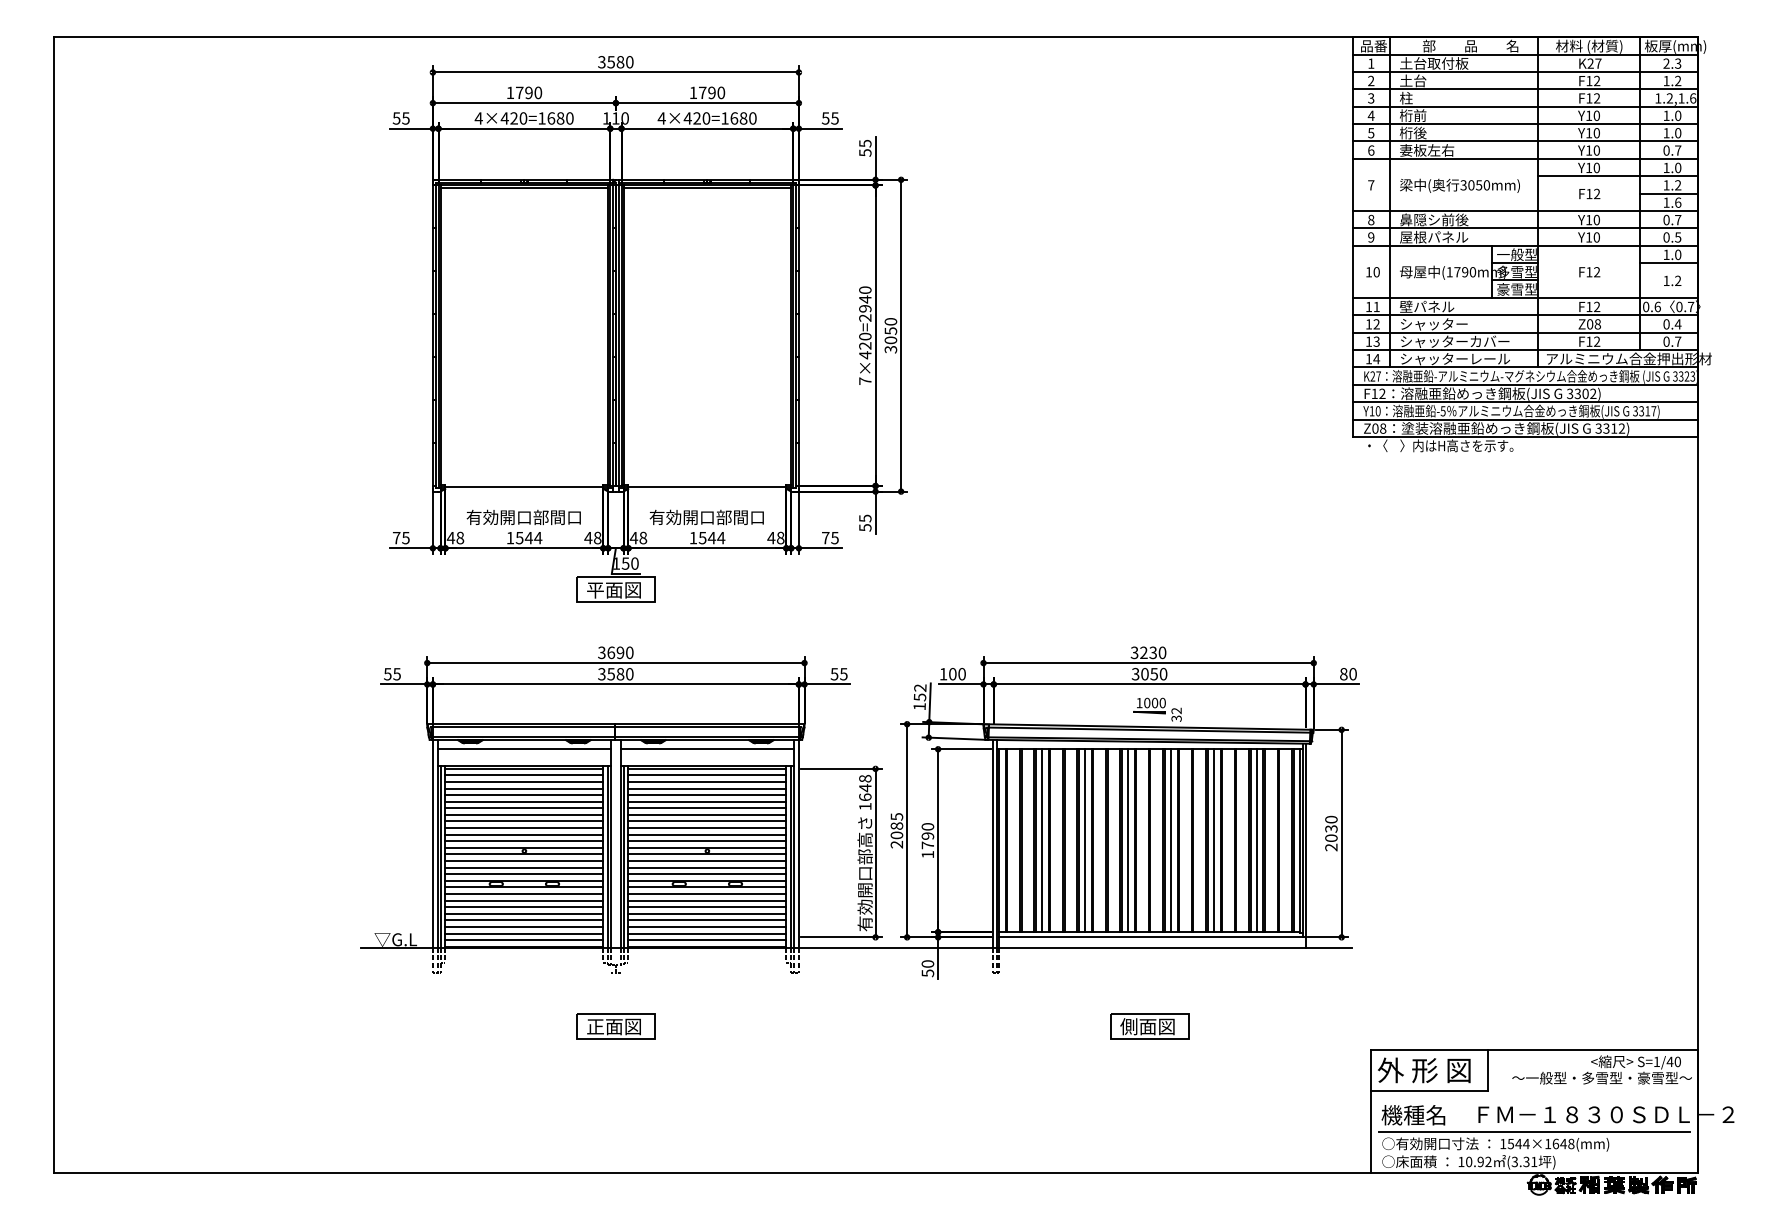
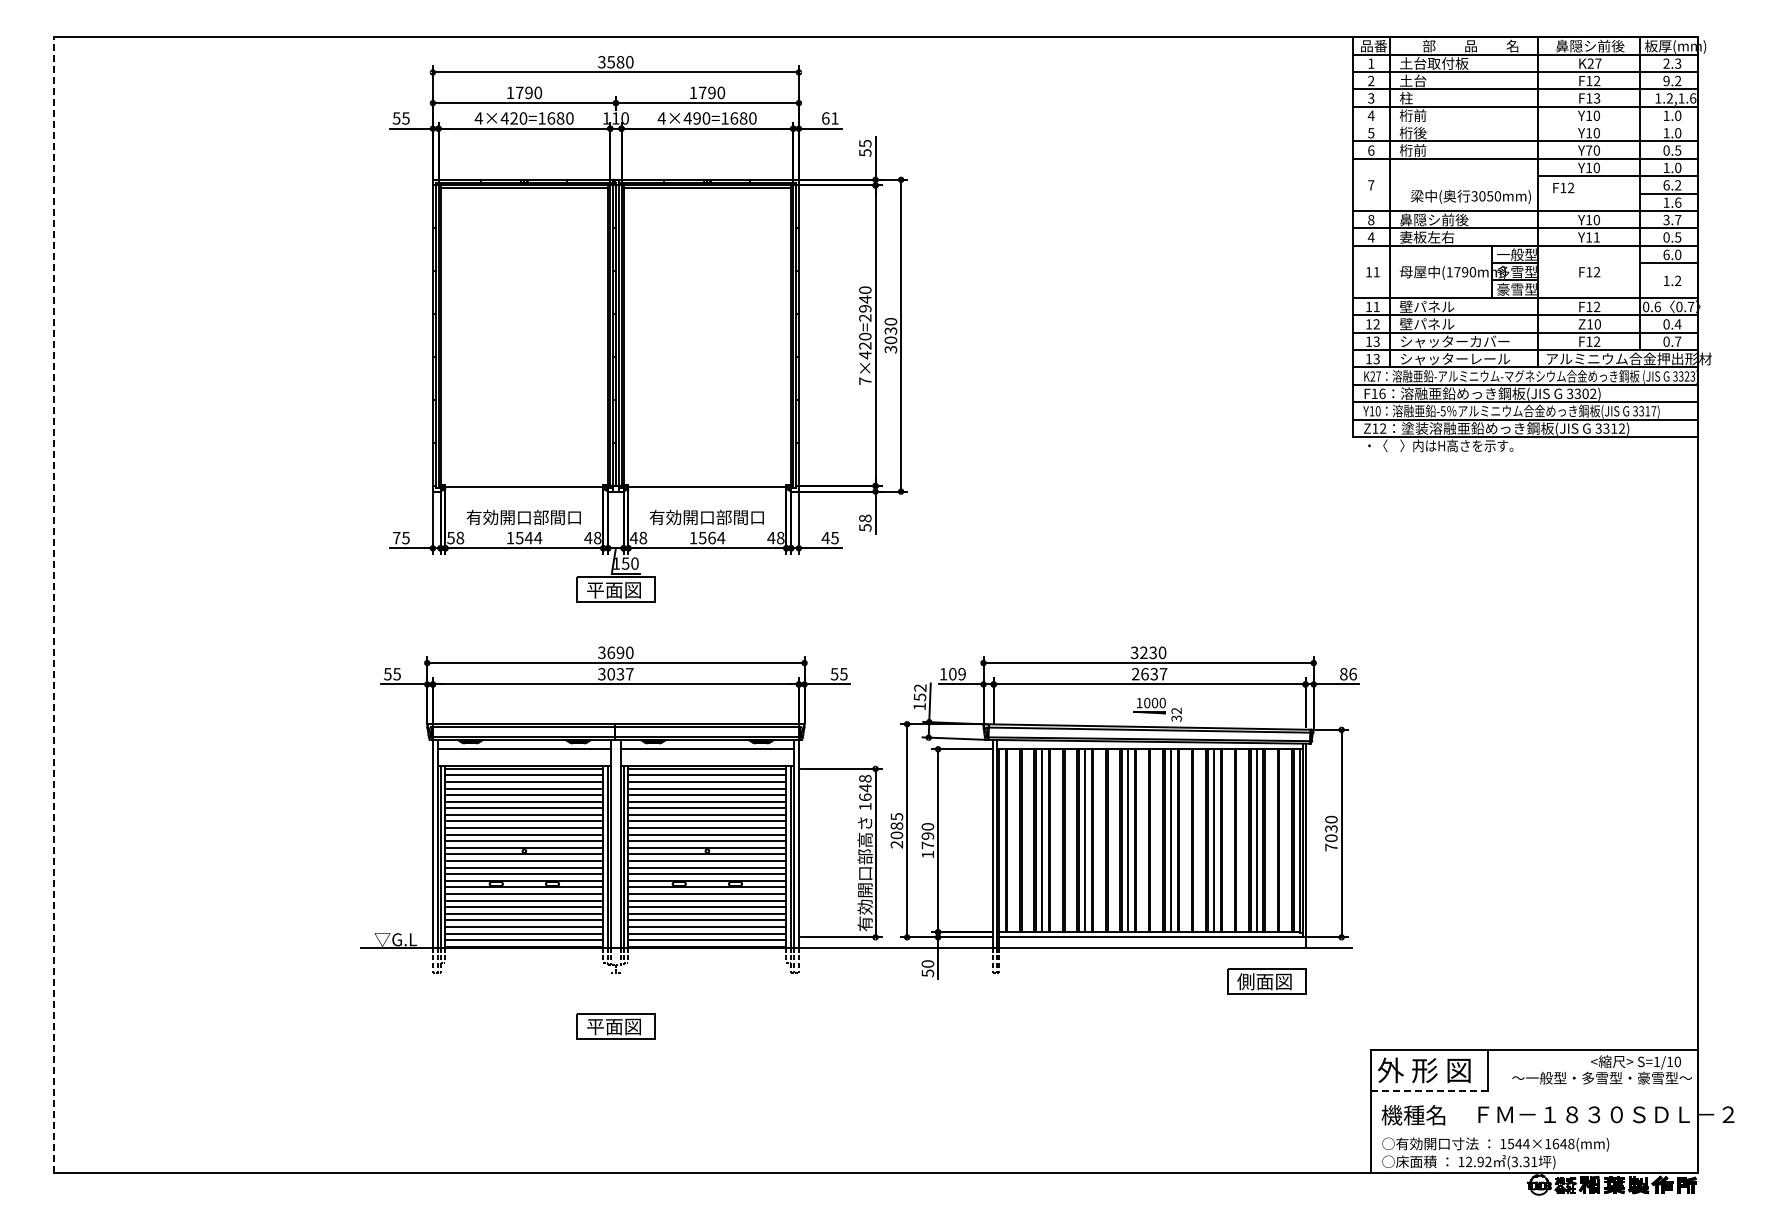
text at (1590, 46): 材料 (材質) -> 鼻隠シ前後
text at (1666, 80): 1.2 -> 9.2
text at (1597, 98): F12 -> F13
text at (696, 118): 4×420=1680 -> 4×490=1680
text at (829, 118): 55 -> 61
line at (1525, 124): present -> none
text at (1426, 150): 妻板左右 -> 桁前
text at (1589, 150): Y10 -> Y70
text at (1678, 150): 0.7 -> 0.5
text at (1459, 185) position: (1459, 185) -> (1470, 196)
text at (1666, 185): 1.2 -> 6.2
text at (1589, 193) position: (1589, 193) -> (1563, 187)
text at (1666, 220): 0.7 -> 3.7
text at (1370, 237): 9 -> 4
text at (1434, 237): 屋根パネル -> 妻板左右
text at (1596, 237): Y10 -> Y11
text at (1666, 254): 1.0 -> 6.0
text at (1376, 272): 10 -> 11
text at (1433, 323): シャッター -> 壁パネル
text at (1593, 324): Z08 -> Z10
text at (890, 330): 3050 -> 3030
text at (1376, 358): 14 -> 13
text at (1382, 393): F12 -> F16
text at (1379, 428): Z08 -> Z12
text at (865, 518): 55 -> 58
text at (711, 537): 1544 -> 1564
text at (450, 538): 48 -> 58
text at (825, 538): 75 -> 45
line at (53, 604): solid -> dashed
text at (1149, 673): 3050 -> 2637
text at (620, 674): 3580 -> 3037
text at (961, 674): 100 -> 109
text at (1352, 674): 80 -> 86
text at (1331, 847): 2030 -> 7030
part at (1149, 1026) position: (1149, 1026) -> (1266, 981)
text at (595, 1027): 正面図 -> 平面図
text at (1669, 1061): S=1/40 -> S=1/10
line at (1430, 1090): solid -> dashed
line at (1534, 1131): present -> none
text at (1469, 1162): 10.92 -> 12.92
